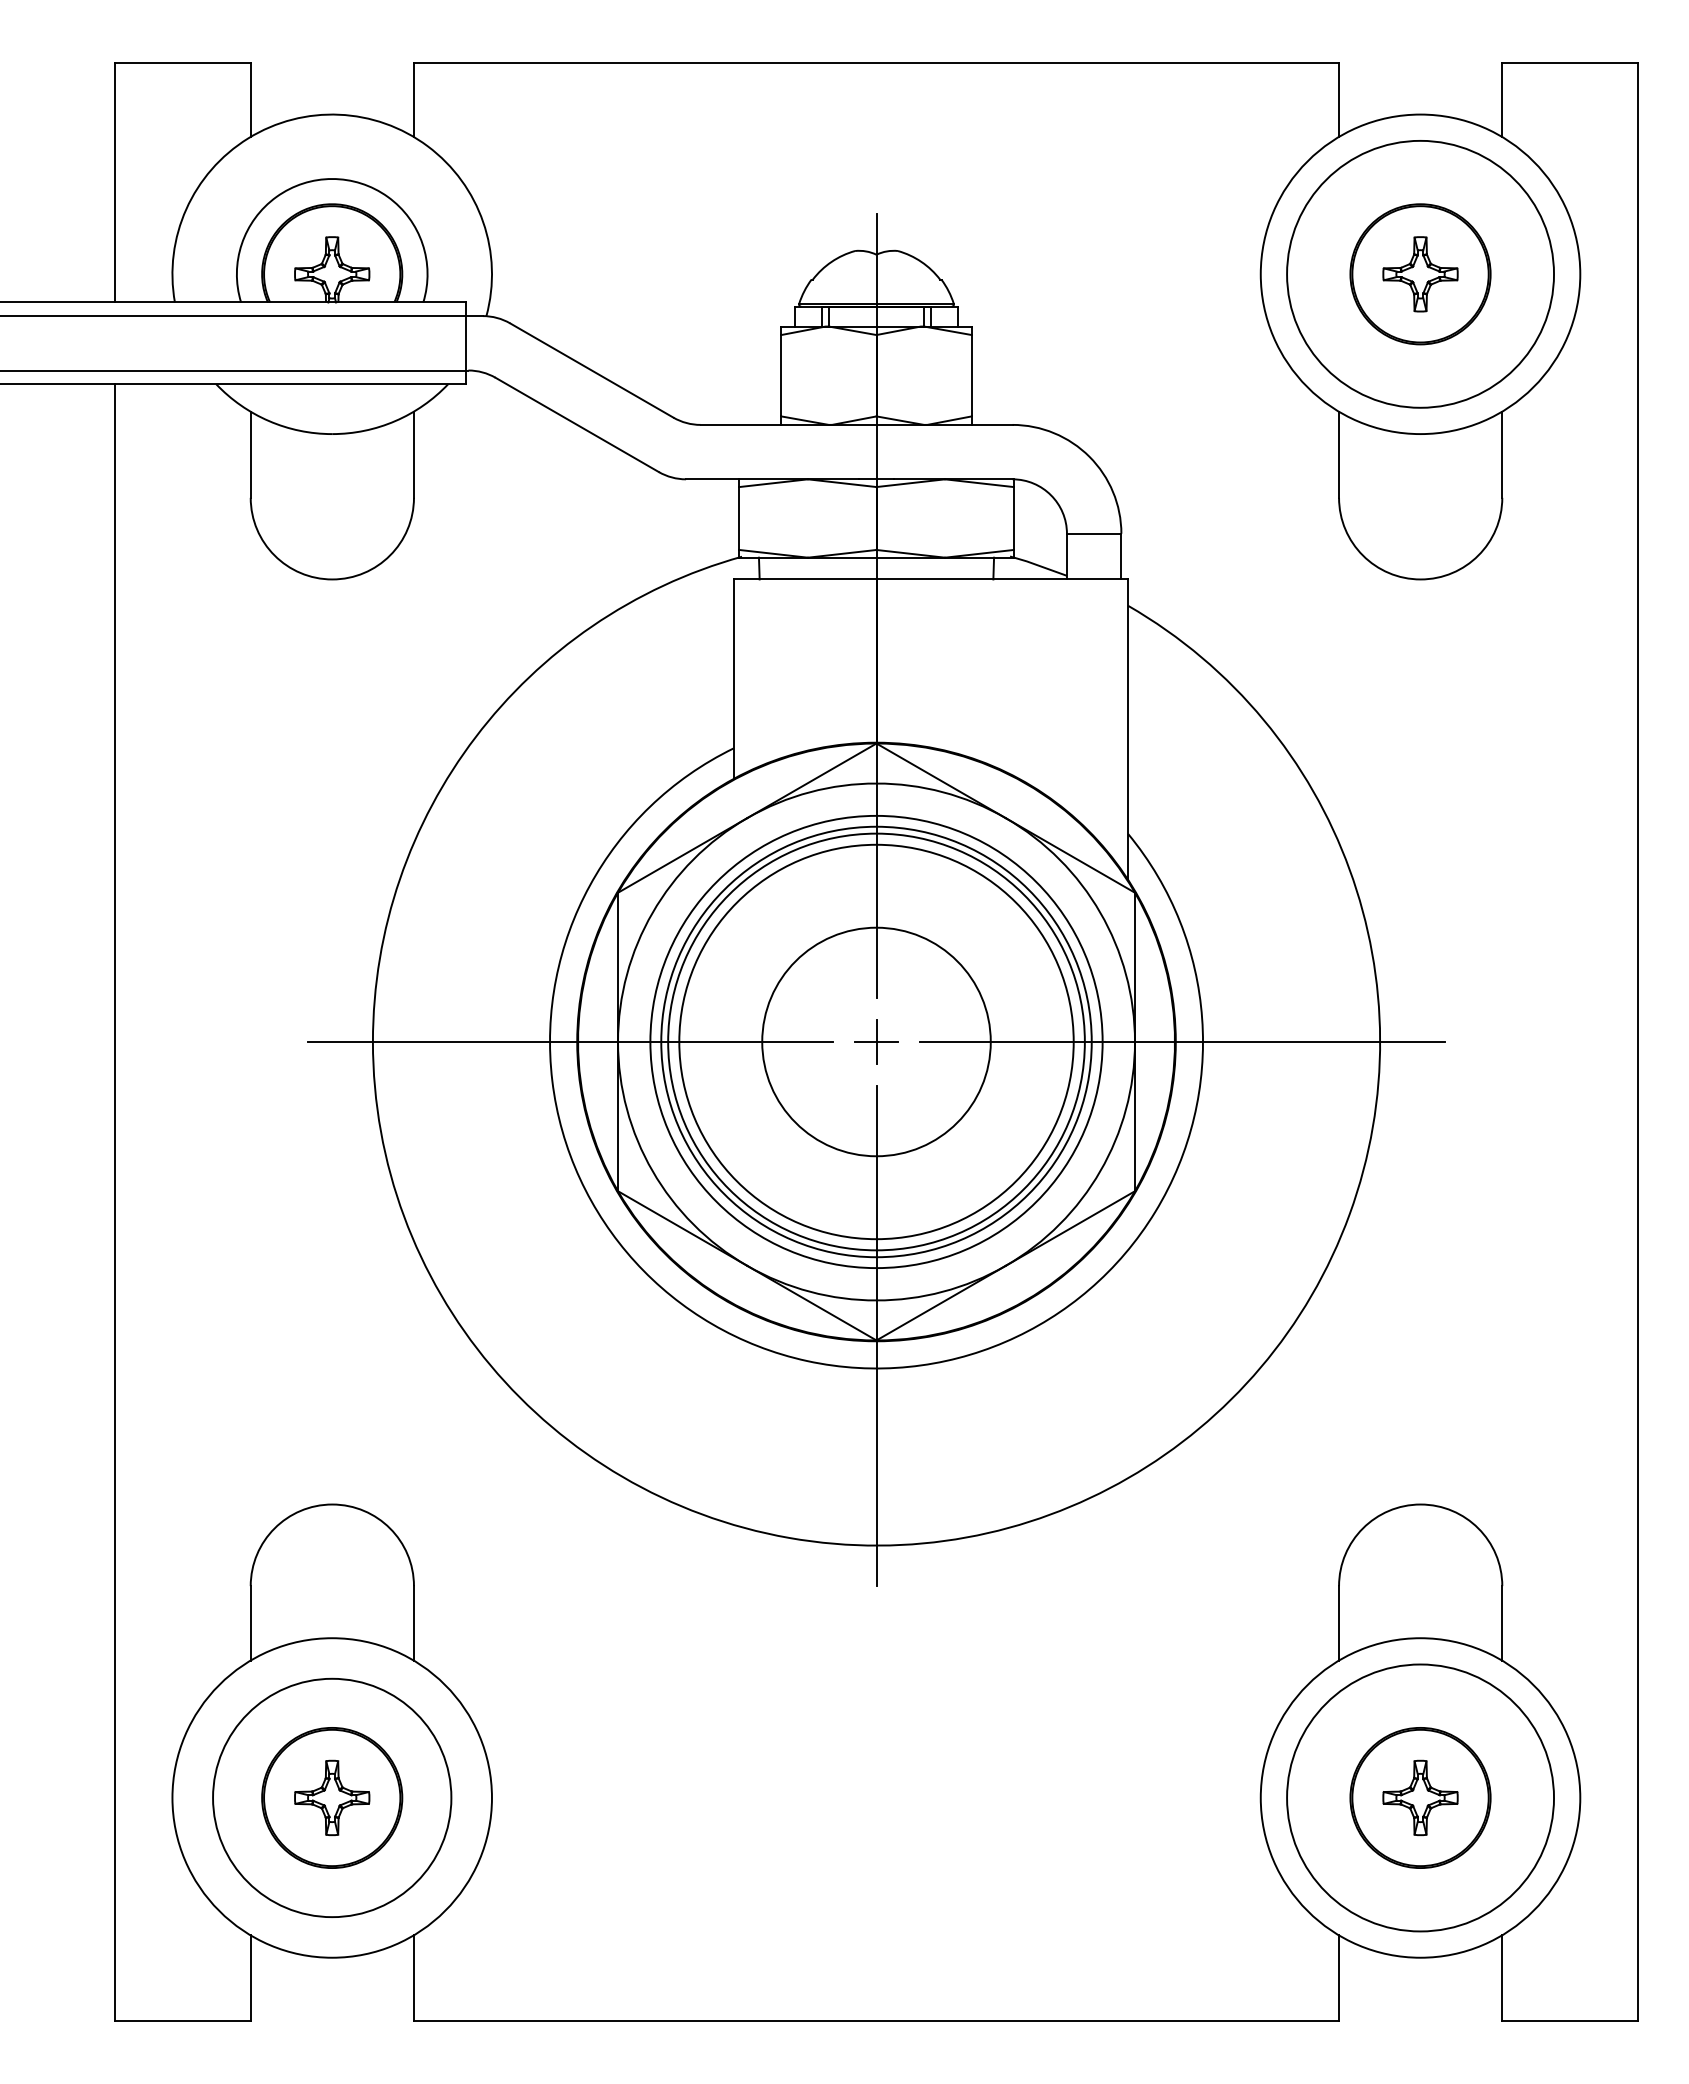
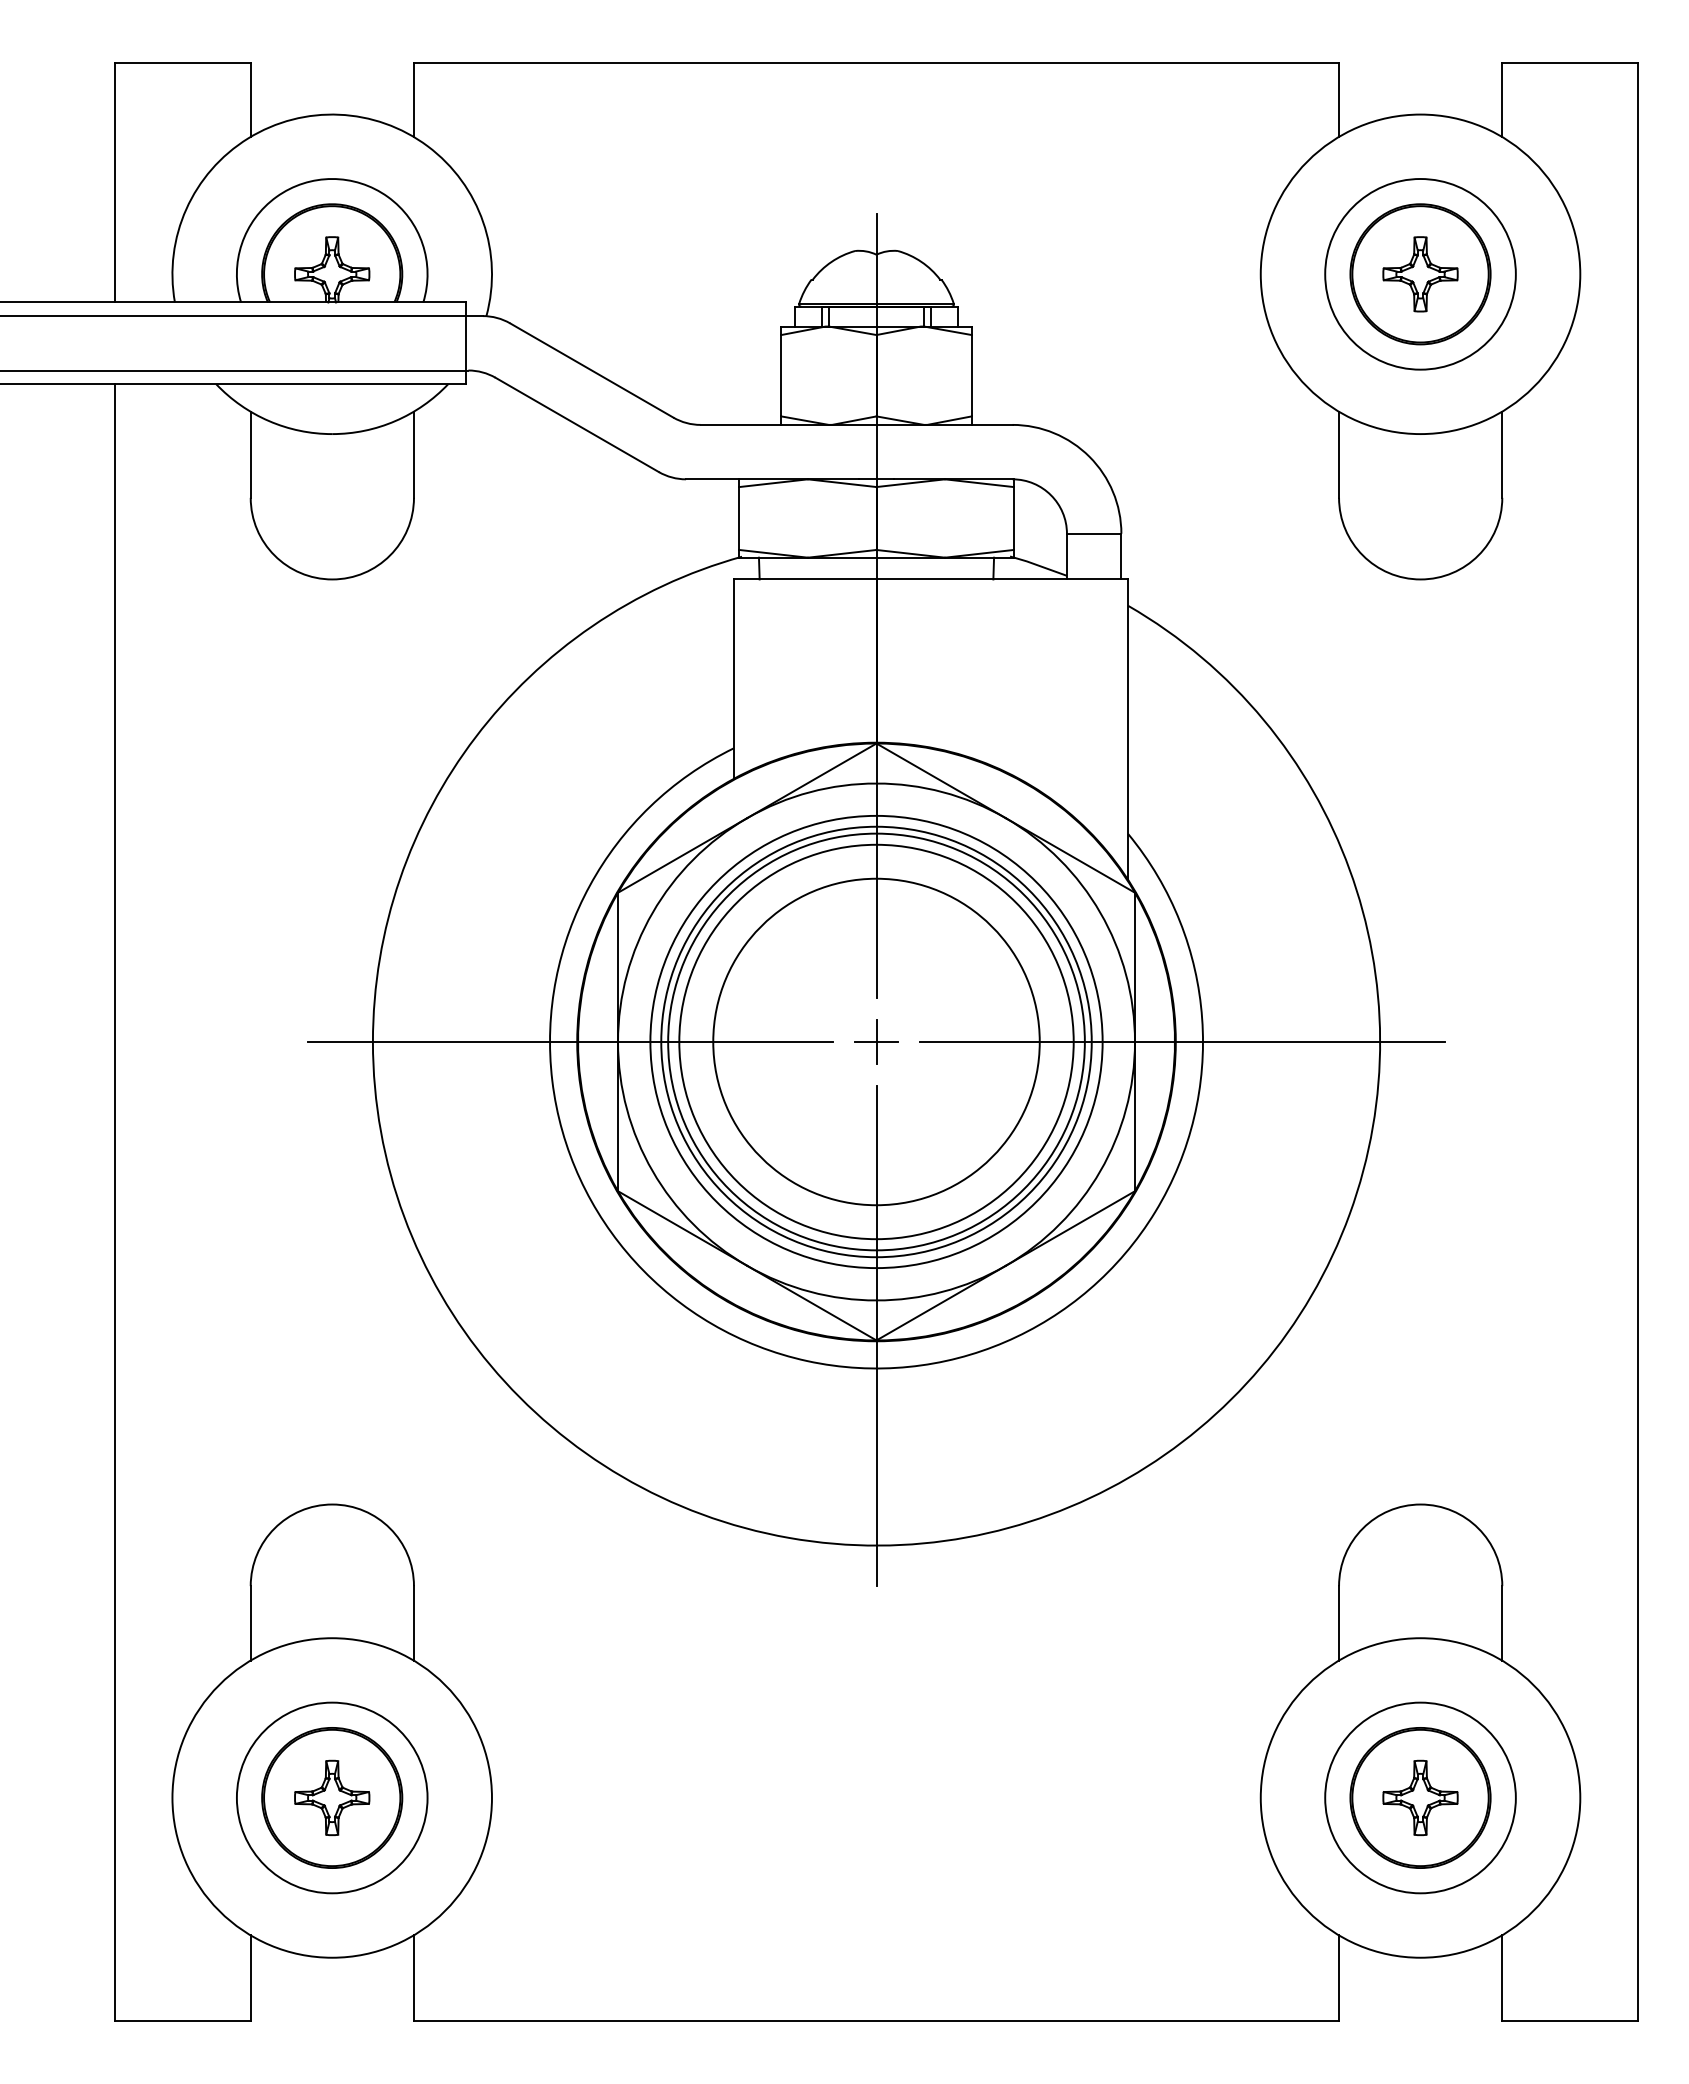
circle at (1420, 273) diameter: 267 px -> 191 px
circle at (876, 1041) diameter: 229 px -> 326 px
circle at (332, 1797) diameter: 238 px -> 191 px
circle at (1420, 1797) diameter: 267 px -> 191 px
